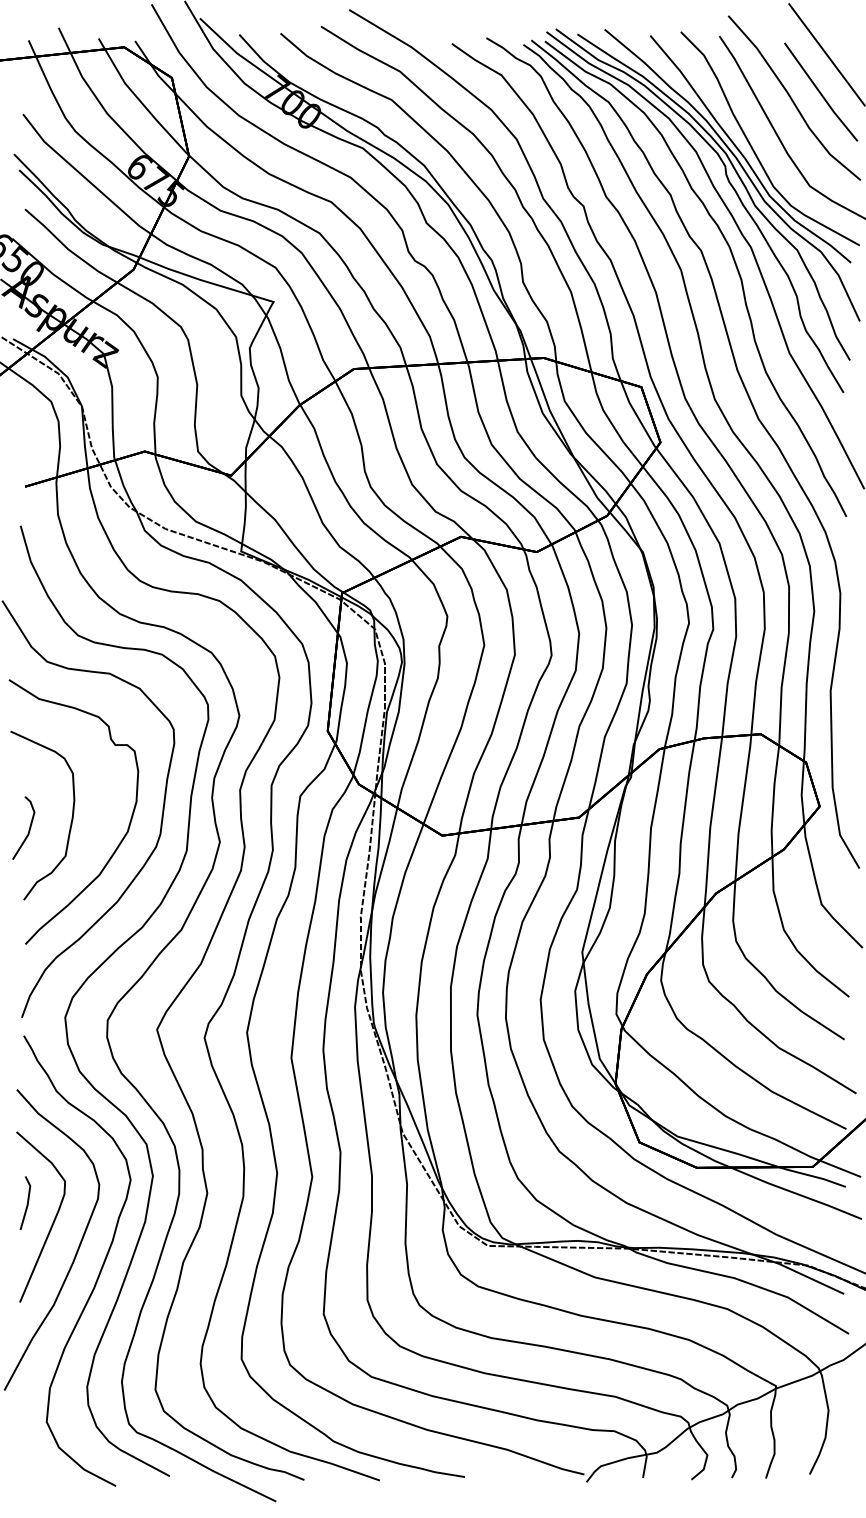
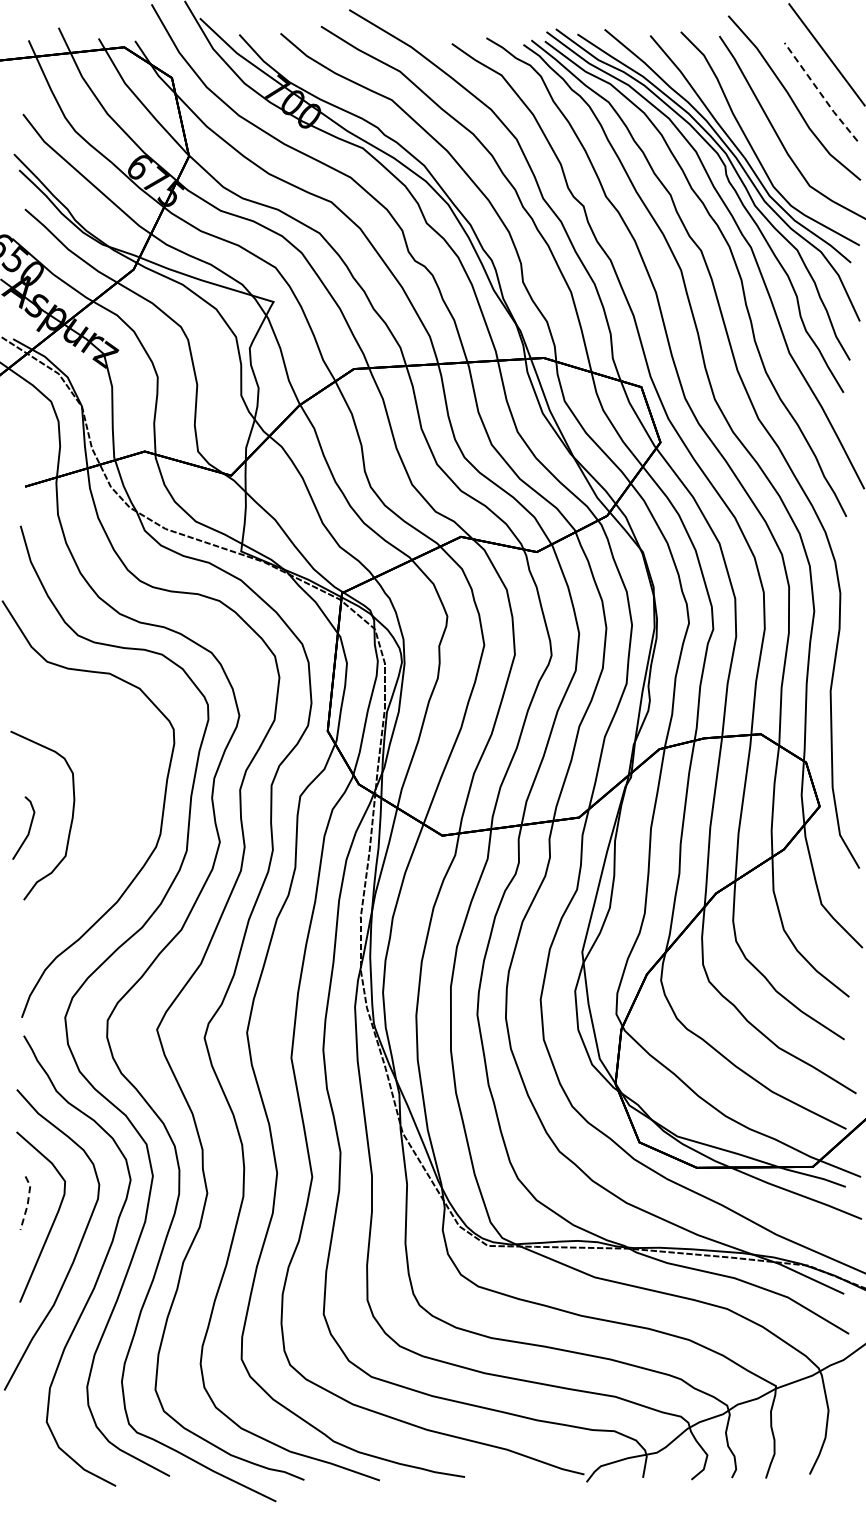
line at (820, 93): solid -> dashed
curve at (119, 842): present -> none
line at (27, 1203): solid -> dashed
